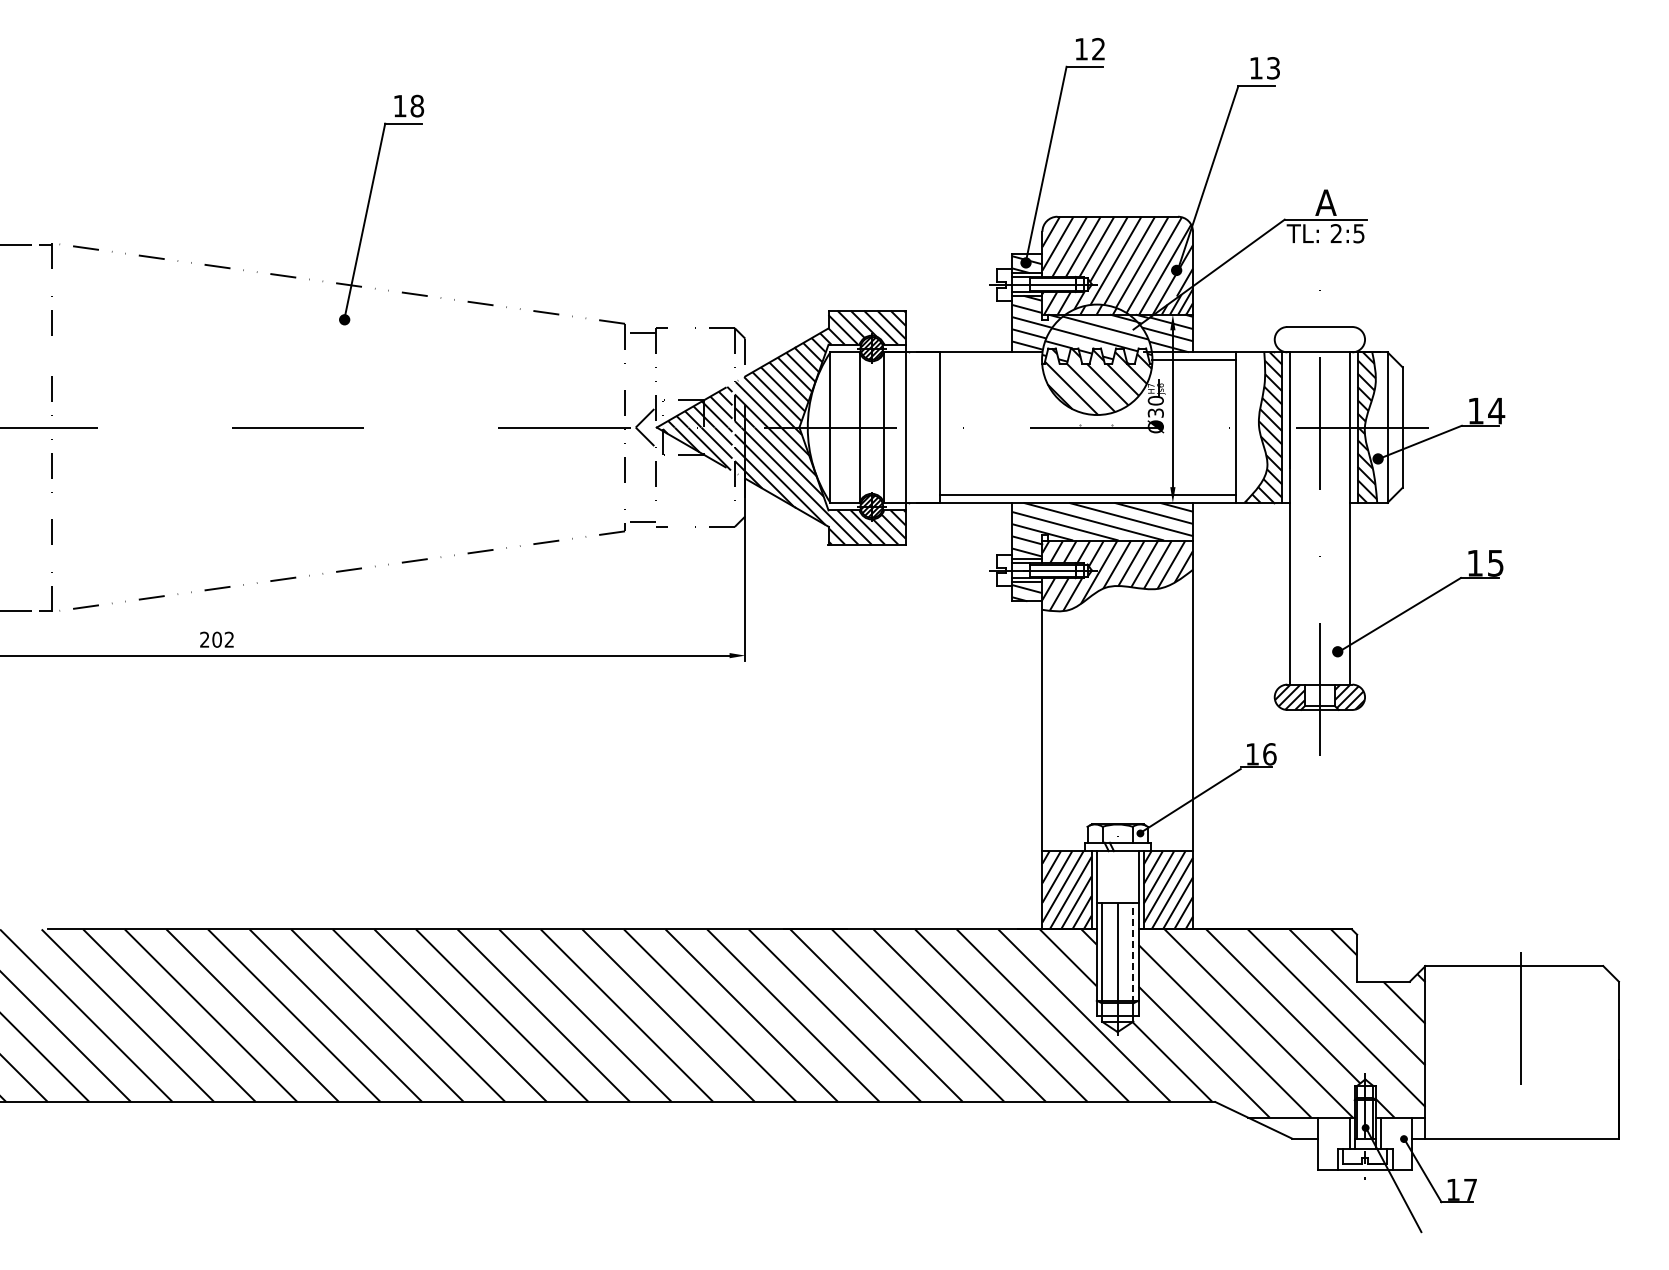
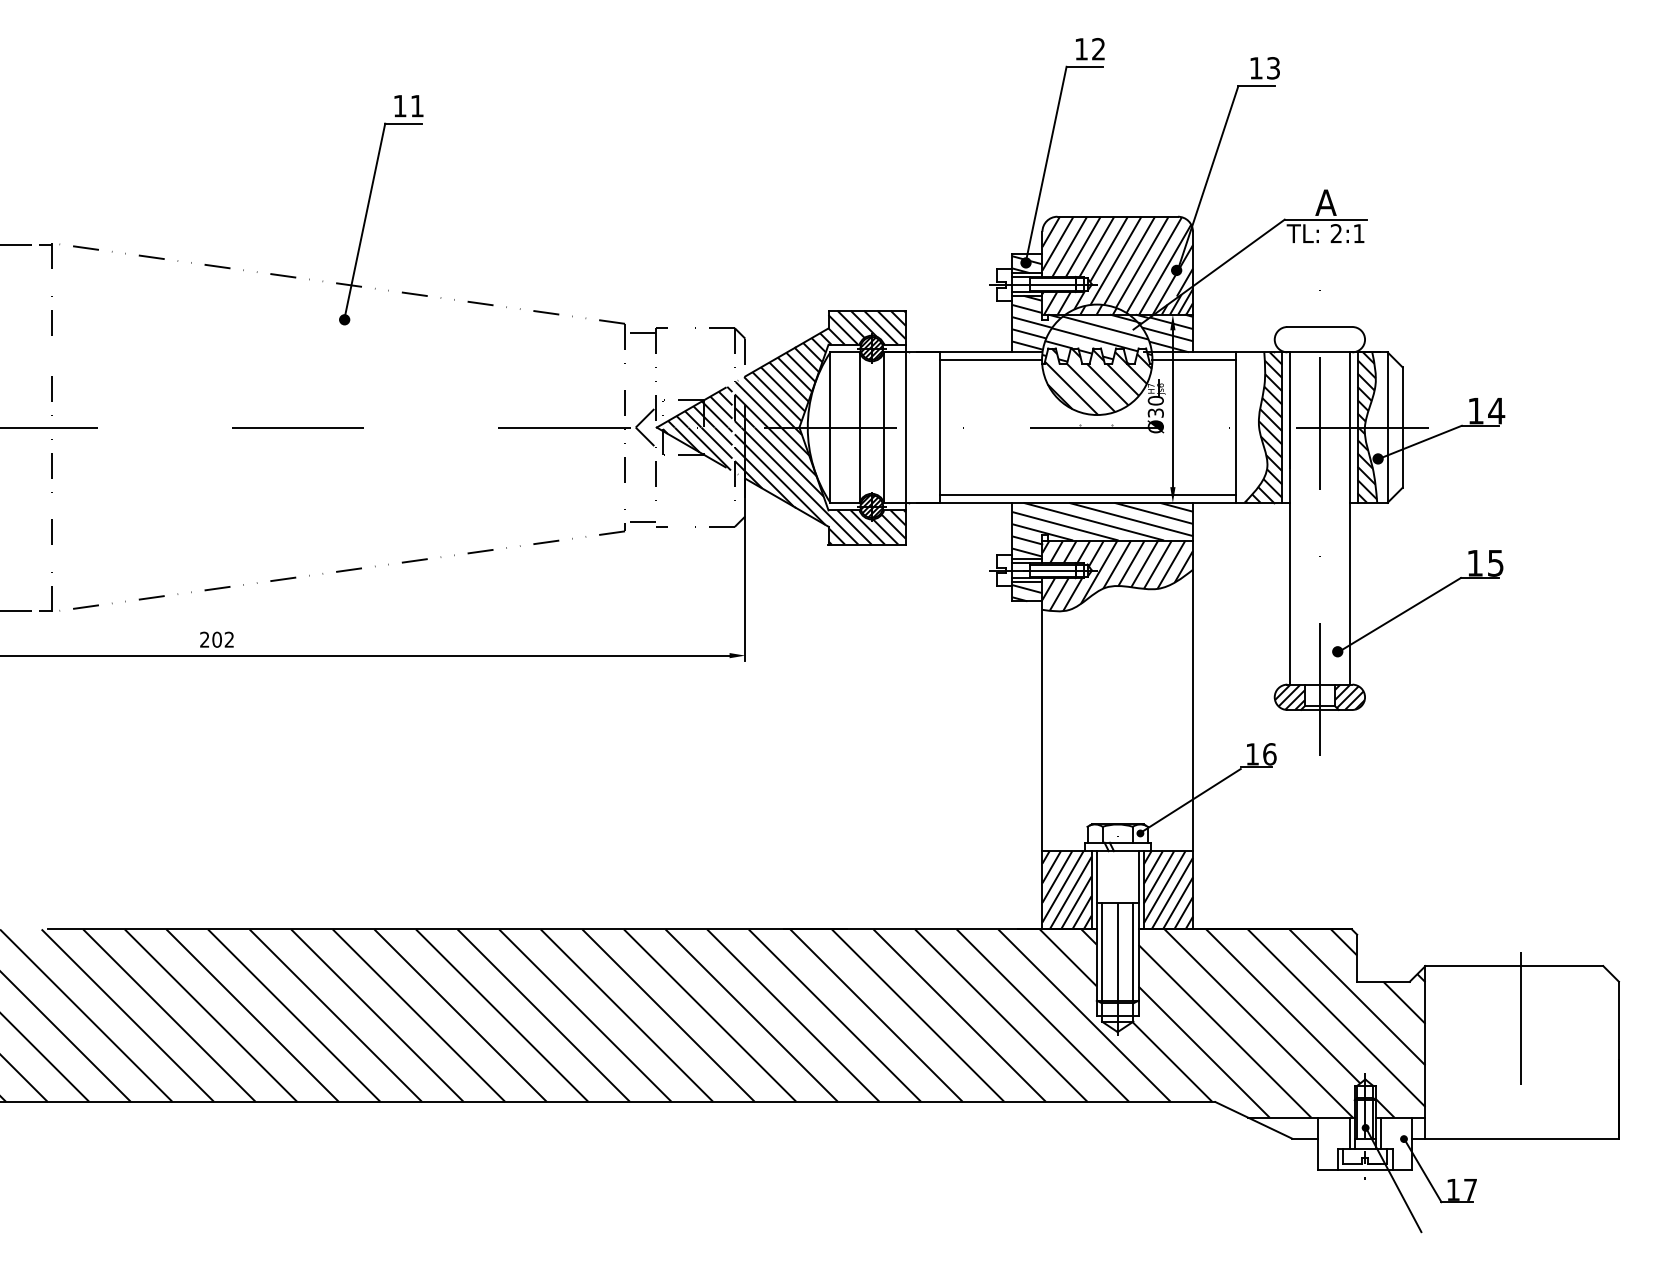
text at (417, 105): 18 -> 11
text at (1358, 233): 2:5 -> 2:1
line at (990, 359): none -> present
line at (1133, 953): dashed -> solid
